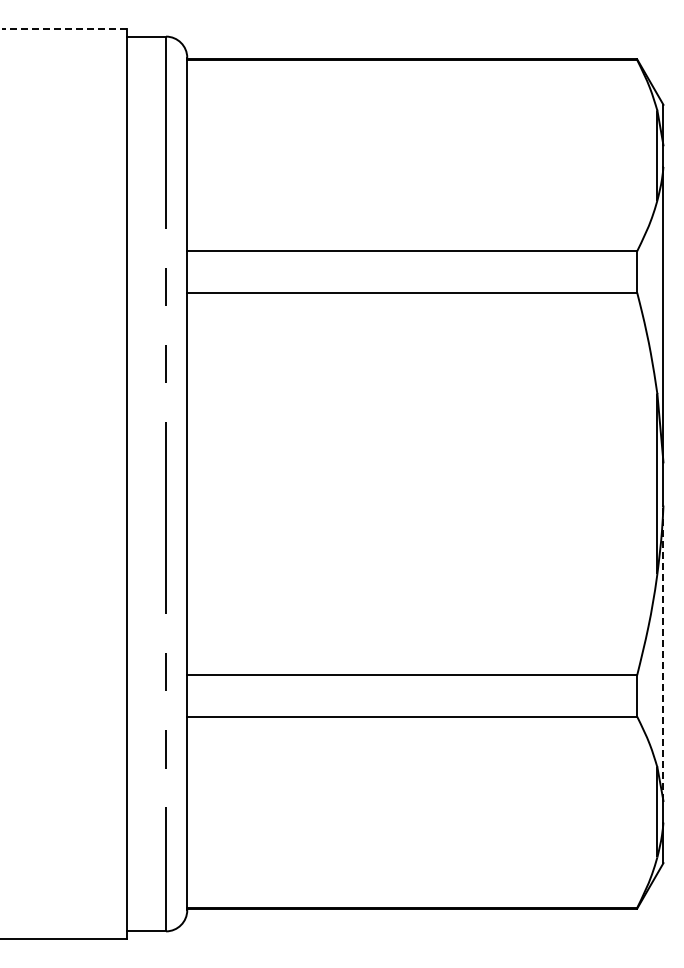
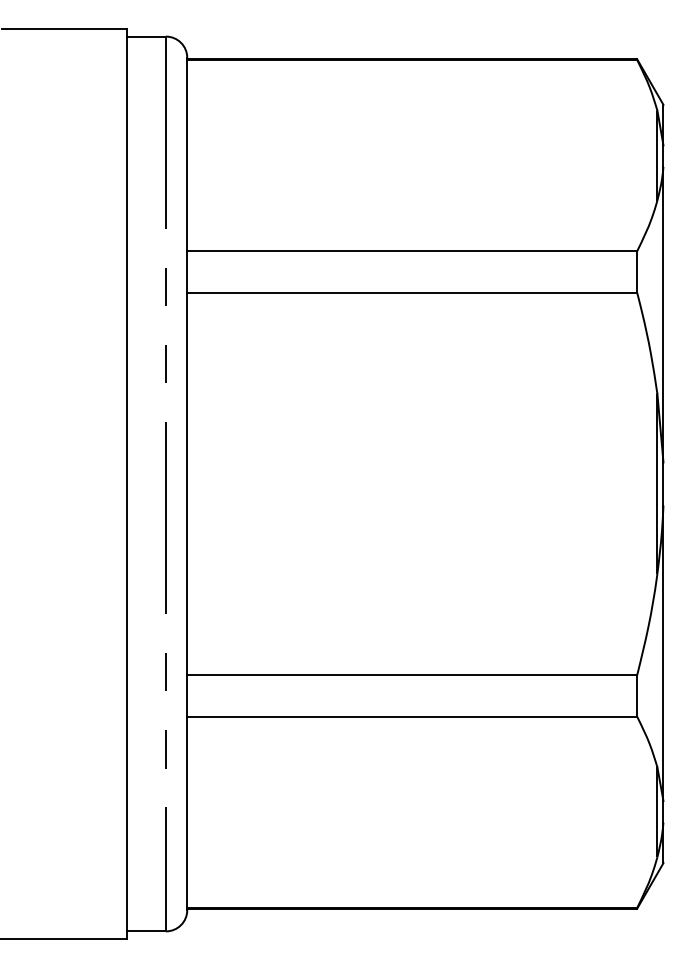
line at (63, 29): dashed -> solid
line at (663, 653): dashed -> solid
